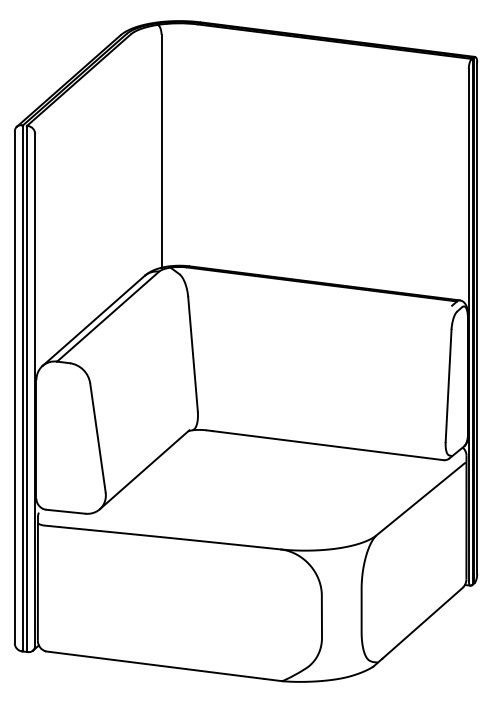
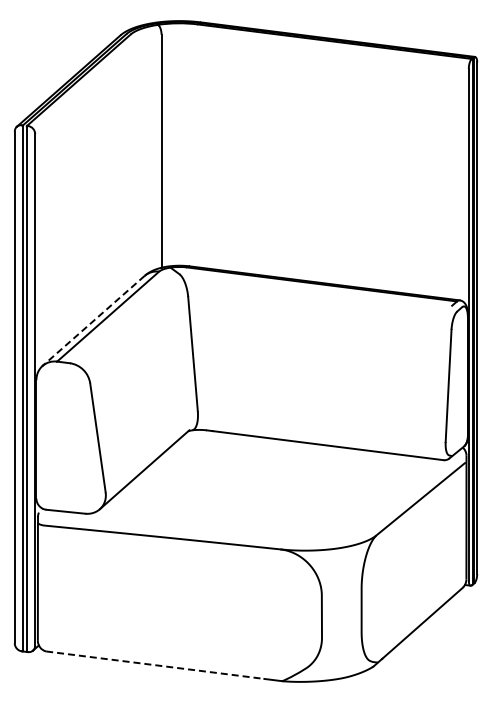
line at (93, 320): solid -> dashed
line at (155, 665): solid -> dashed
